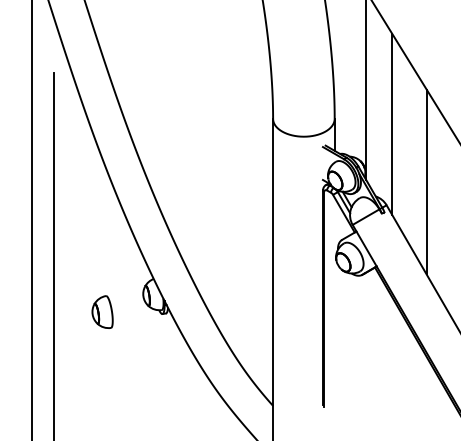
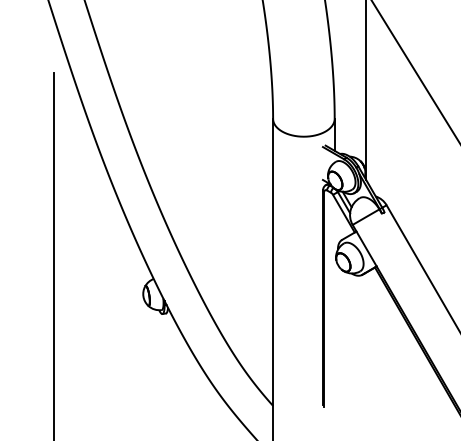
line at (392, 123): present -> none
line at (426, 181): present -> none
line at (31, 219): present -> none
part at (102, 311): present -> none
